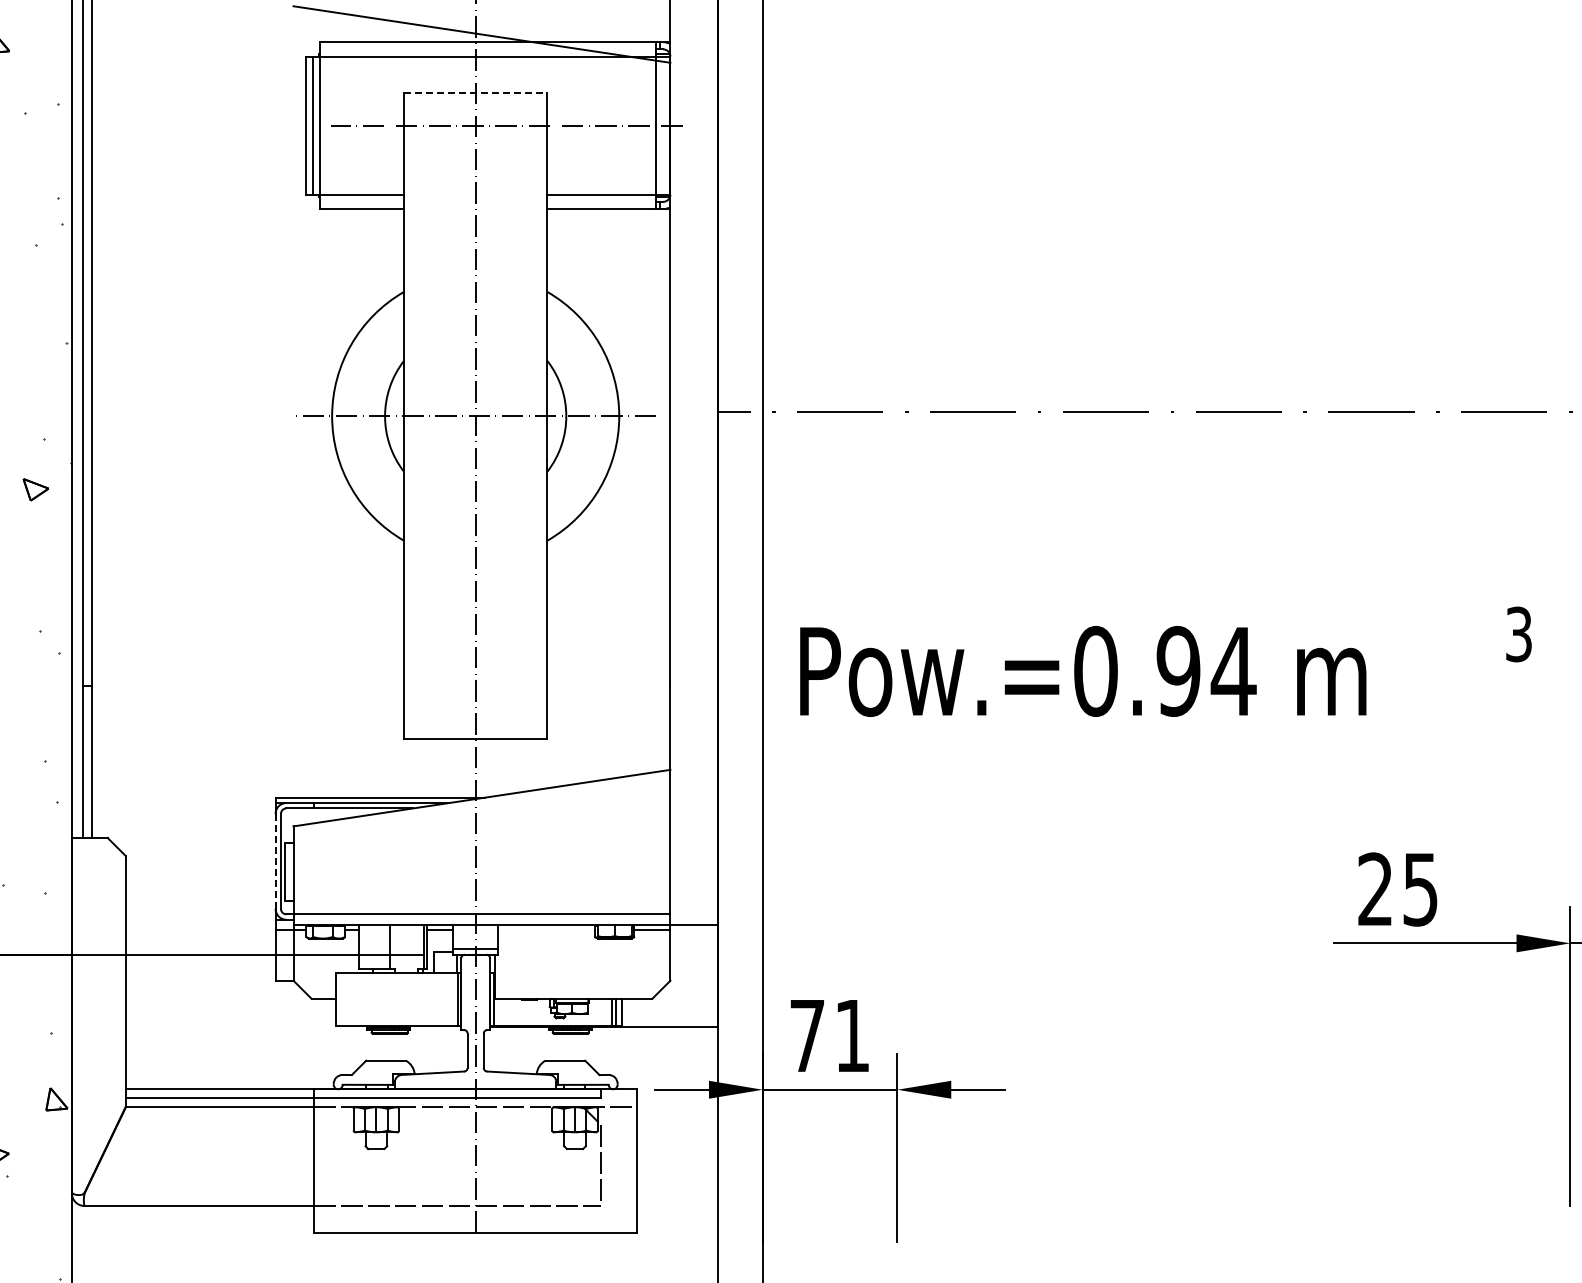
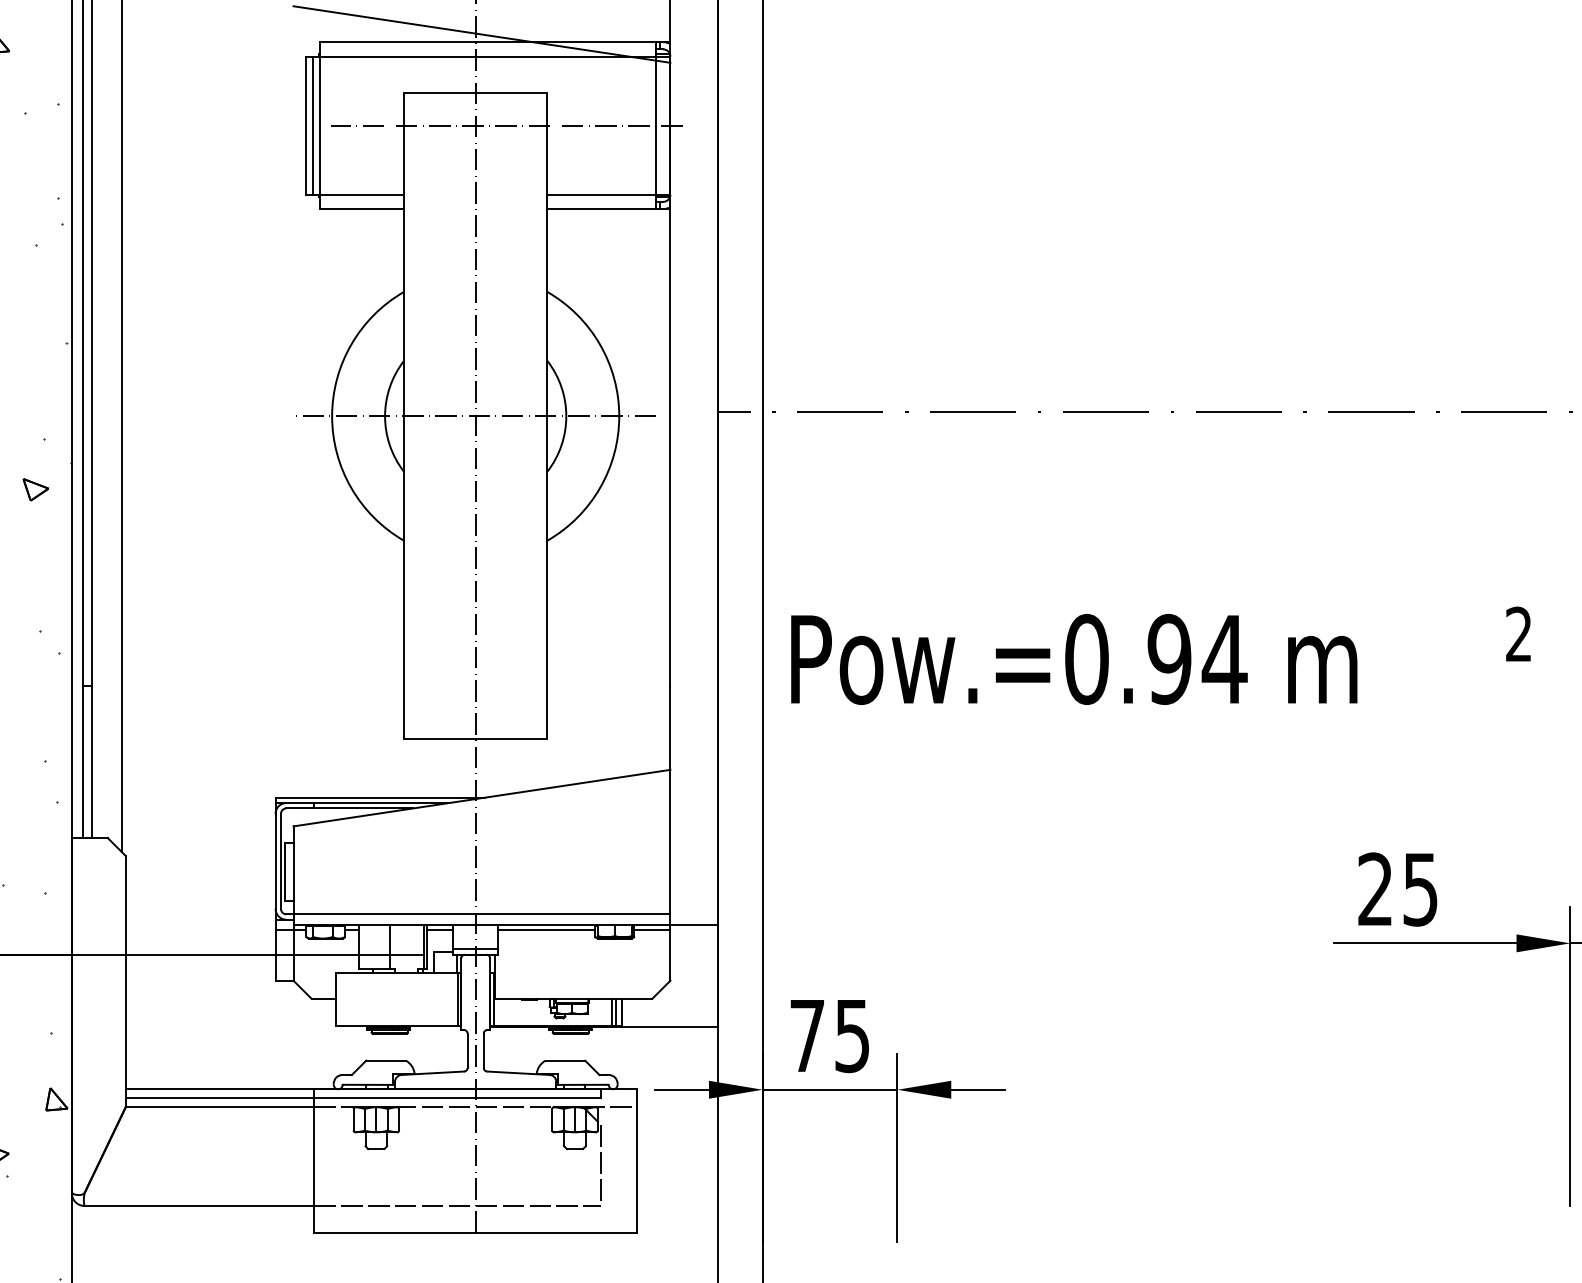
line at (475, 93): dashed -> solid
line at (122, 427): none -> present
text at (1518, 634): 3 -> 2
text at (1083, 671) position: (1083, 671) -> (1074, 659)
line at (275, 861): dashed -> solid
line at (546, 930): none -> present
text at (851, 1036): 71 -> 75
